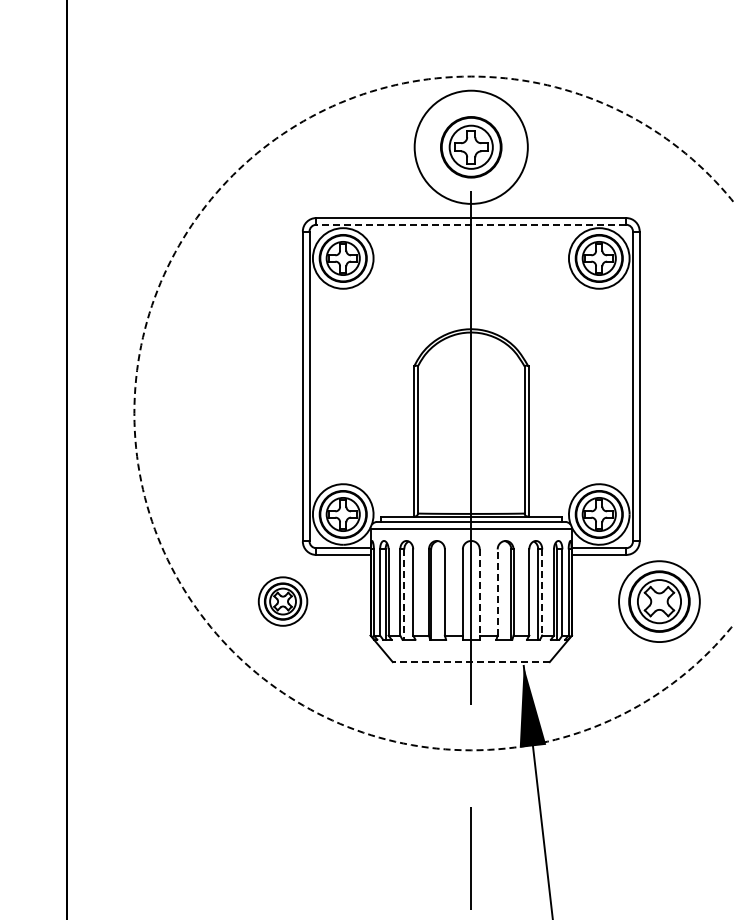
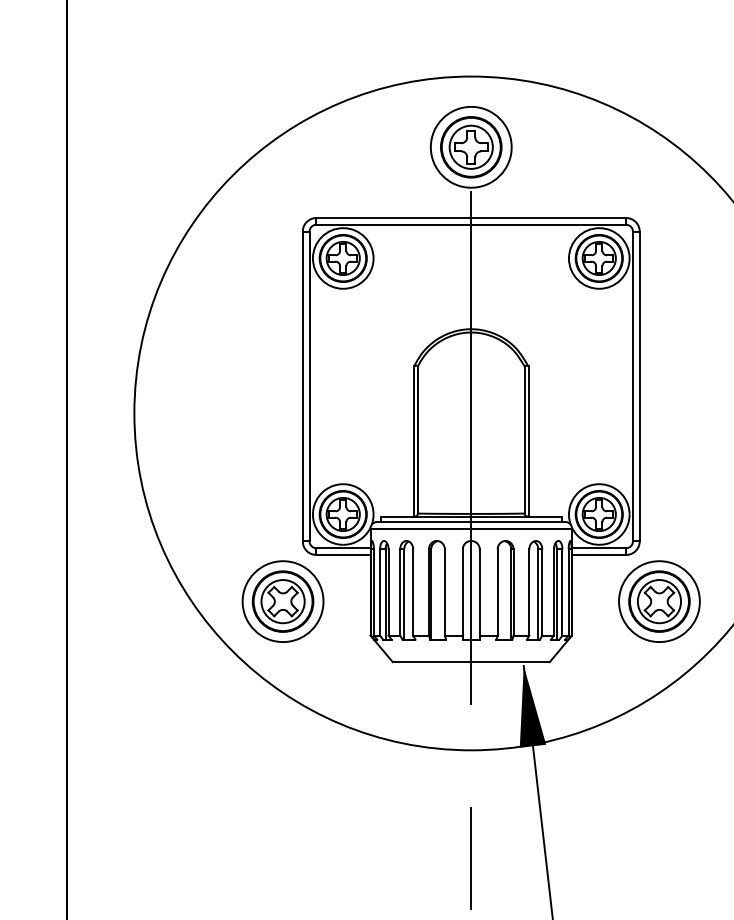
circle at (470, 146) diameter: 113 px -> 81 px
line at (471, 224): dashed -> solid
circle at (433, 413): dashed -> solid
line at (497, 592): dashed -> solid
line at (479, 593): dashed -> solid
line at (542, 593): dashed -> solid
line at (404, 595): dashed -> solid
part at (282, 601) size: 52x51 px -> 84x83 px
line at (471, 662): dashed -> solid
